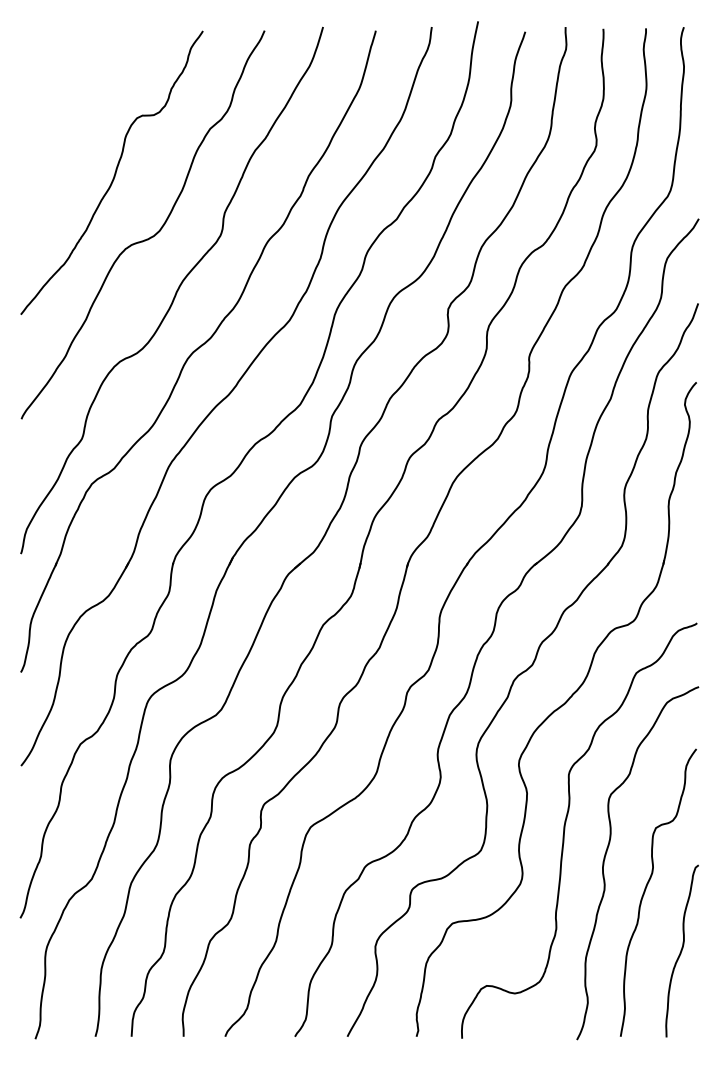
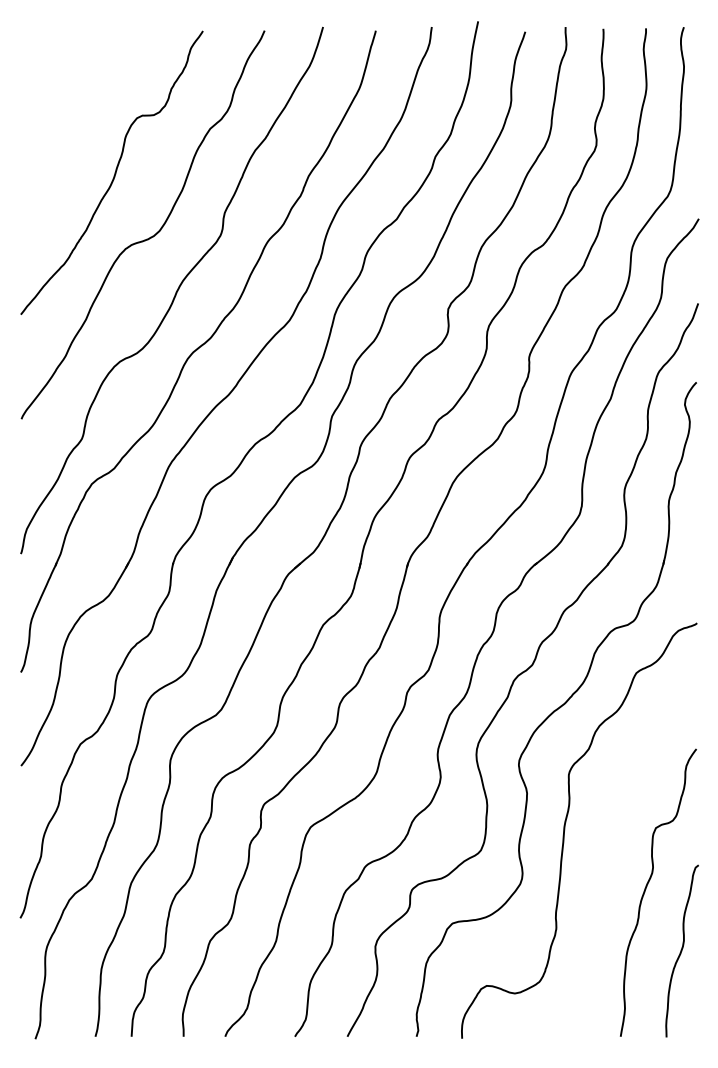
curve at (607, 852): present -> none
